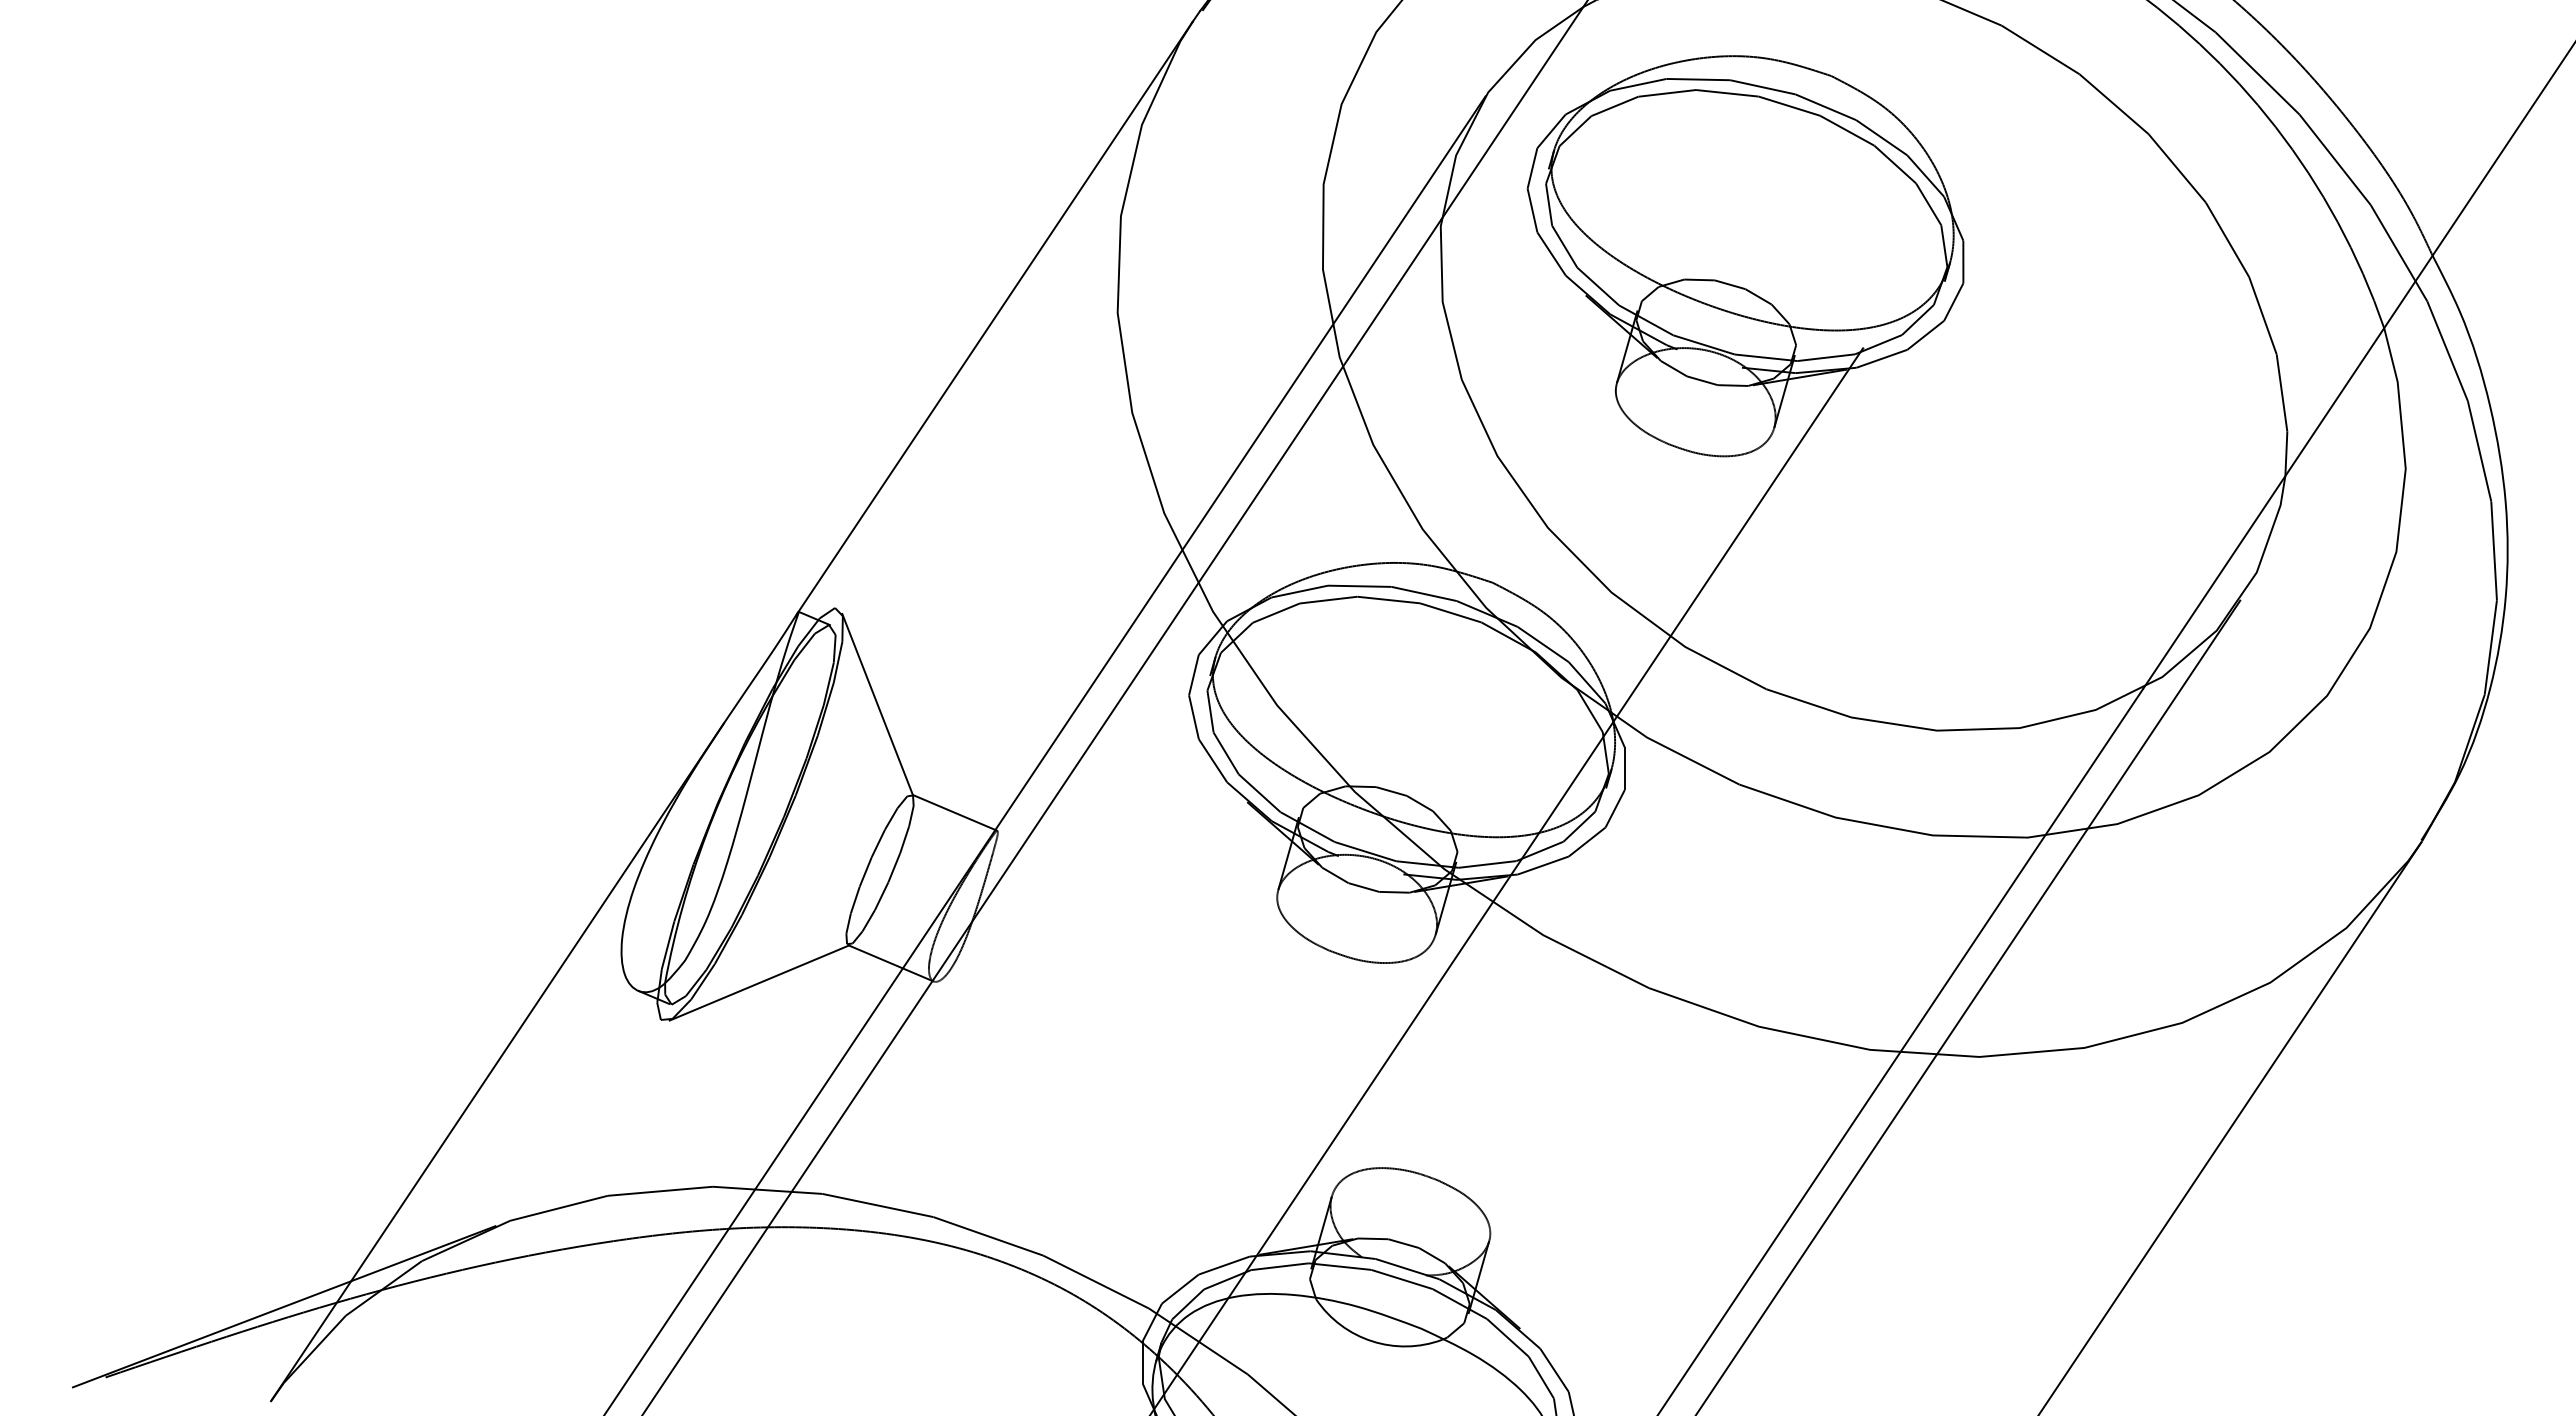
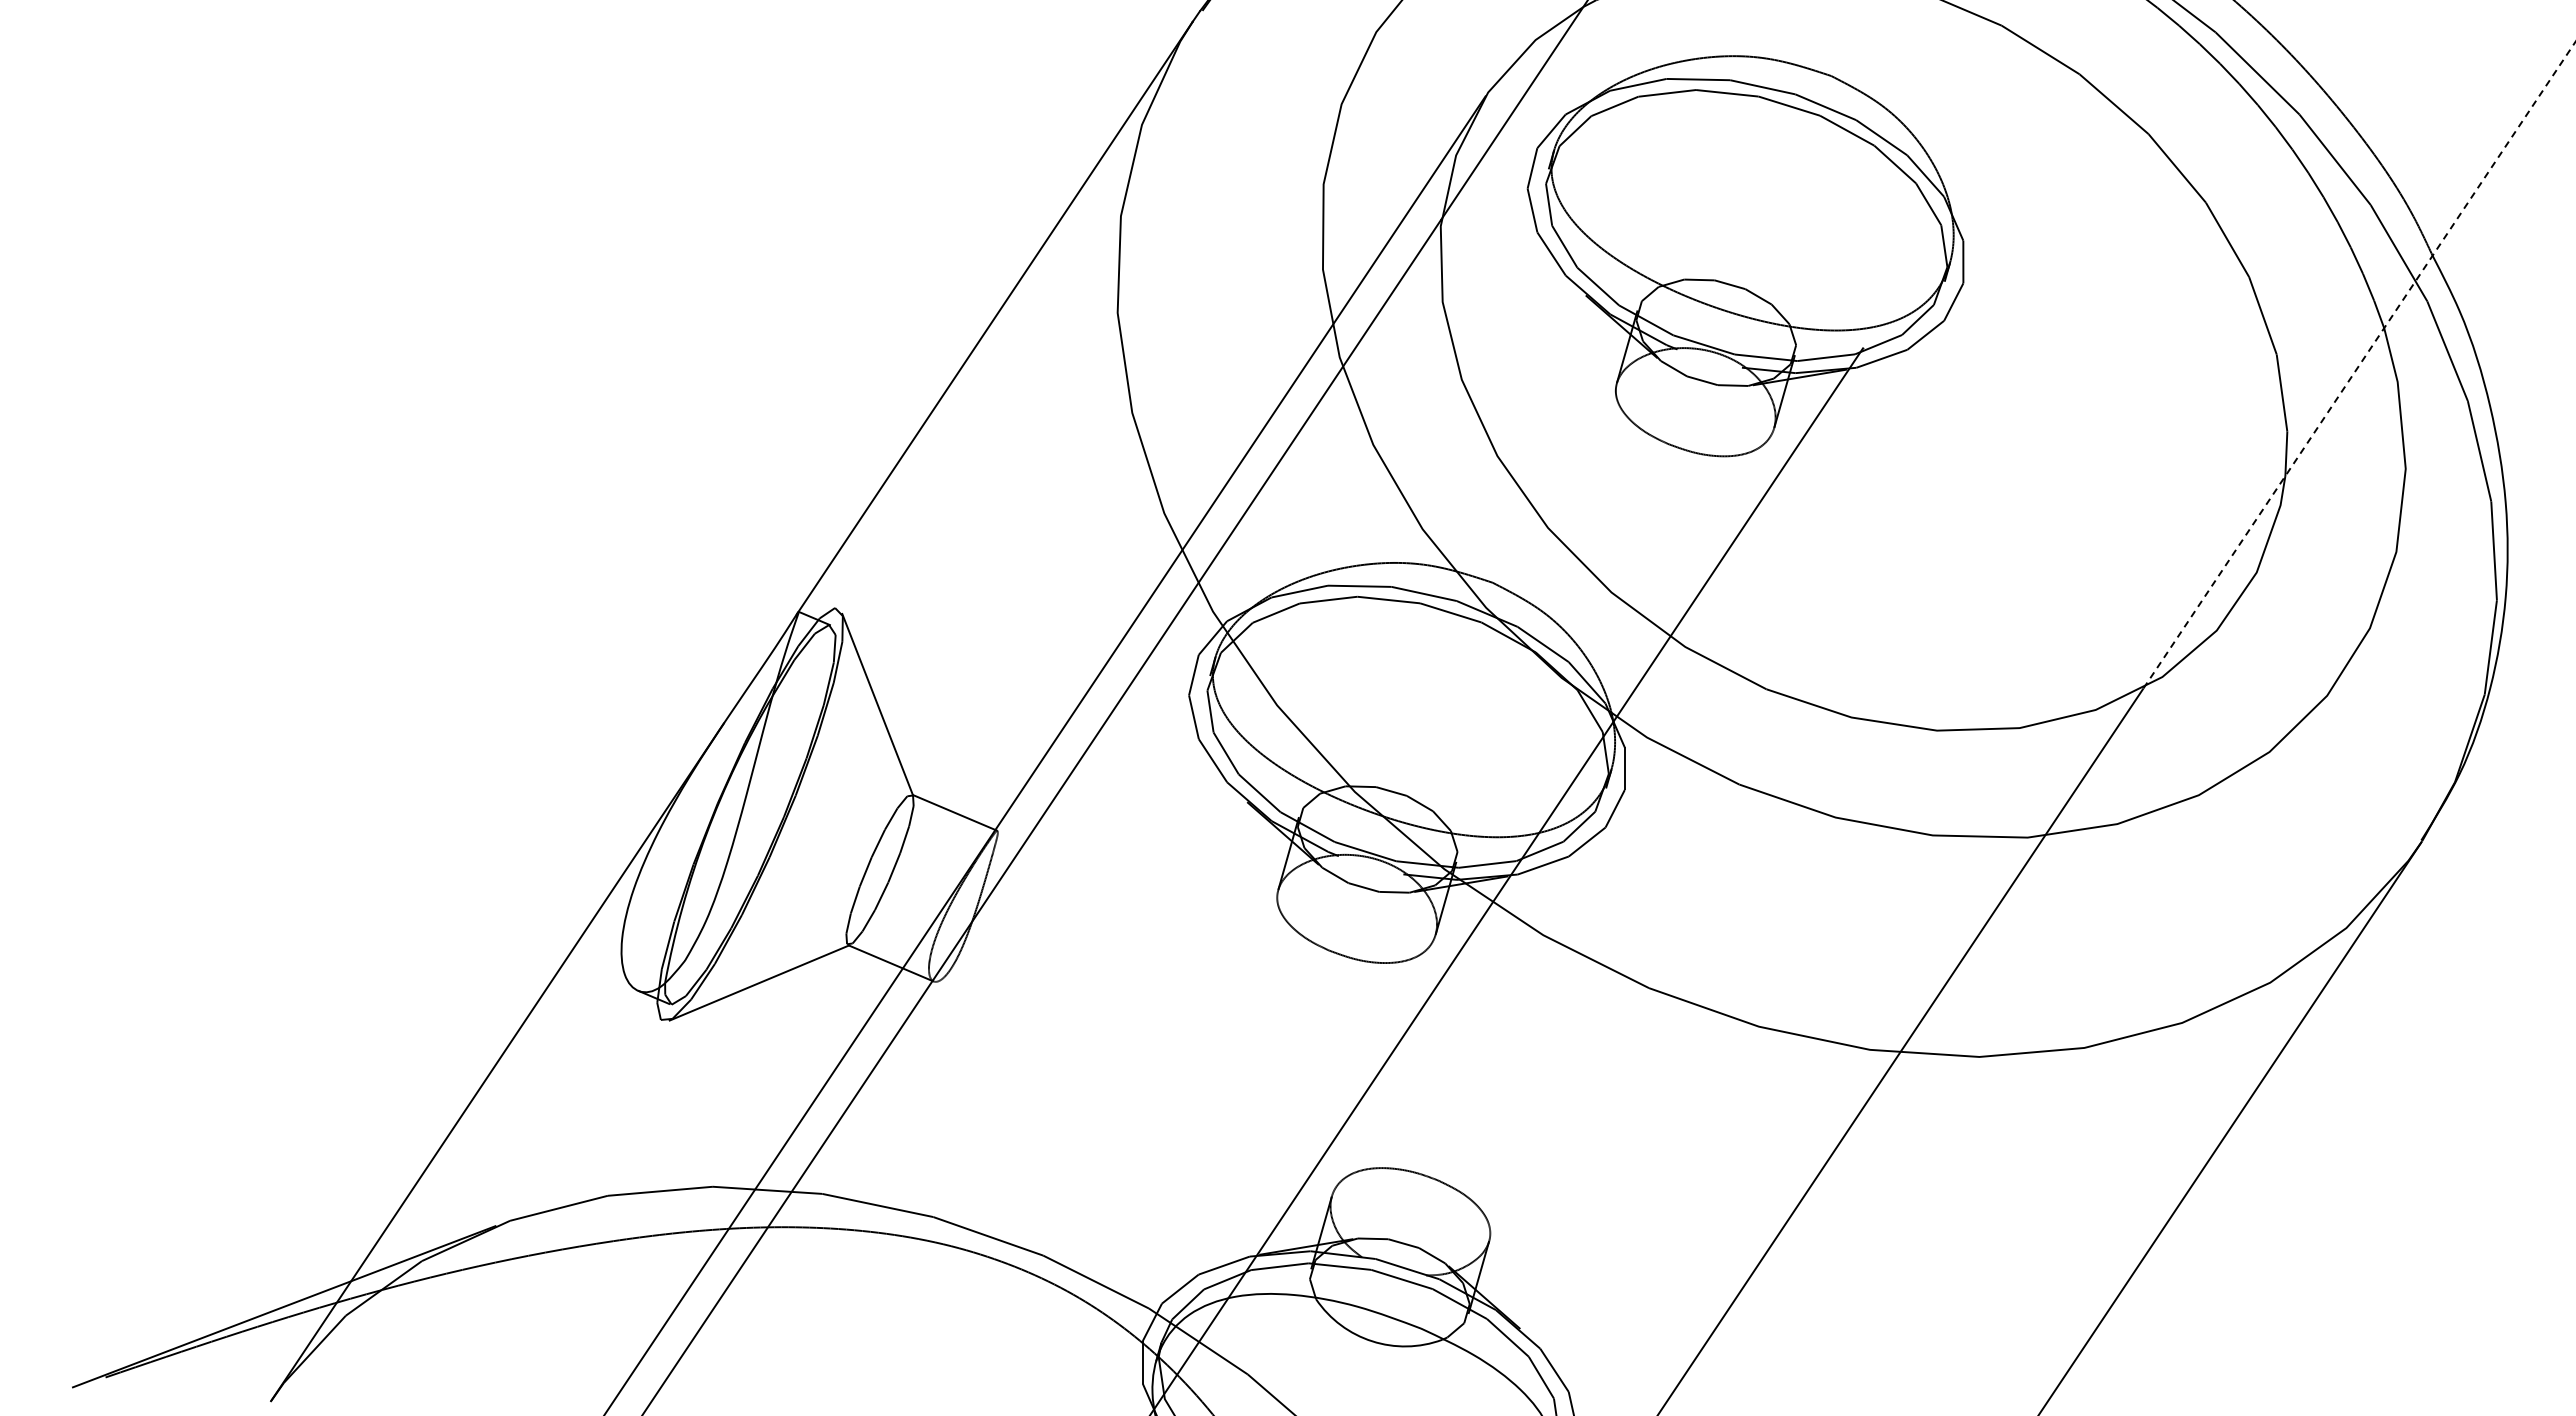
line at (2359, 365): solid -> dashed
line at (1968, 1005): present -> none
